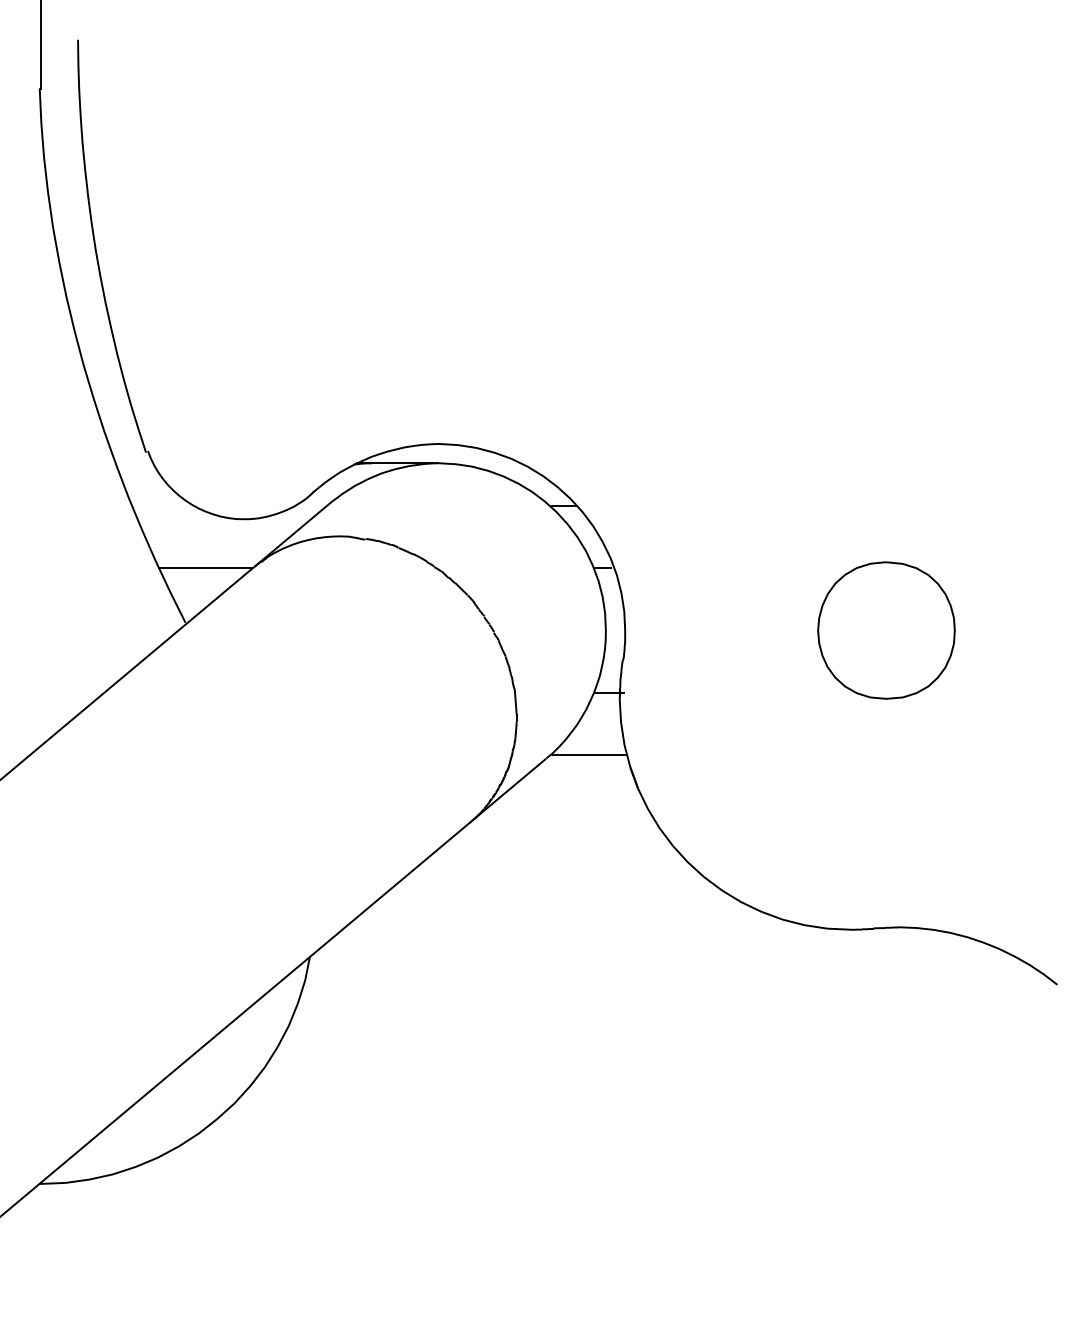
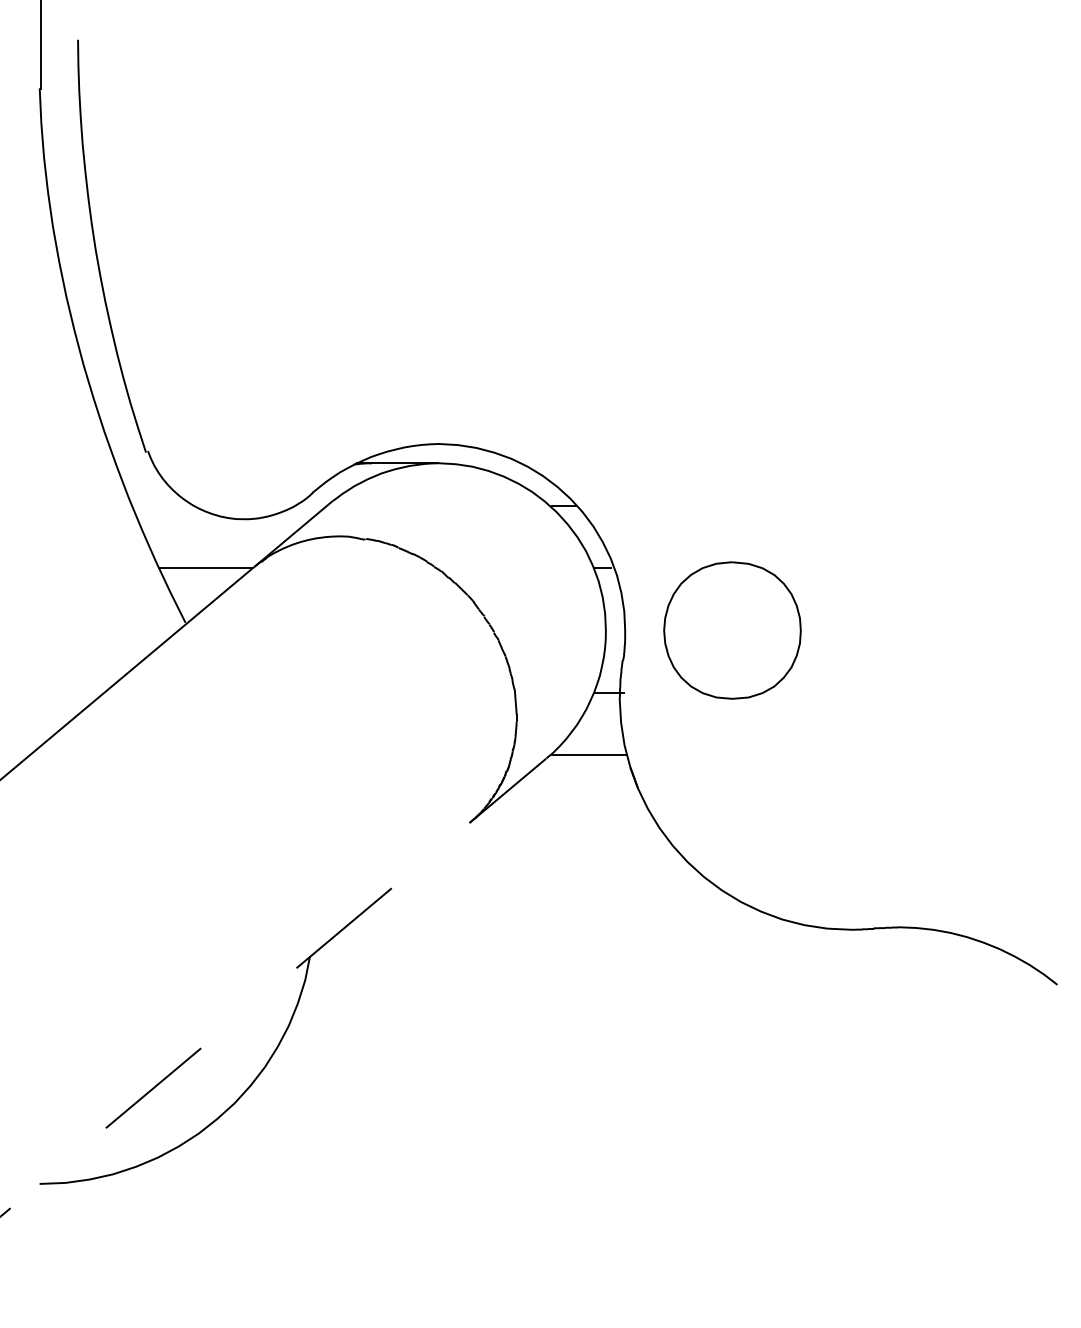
part at (886, 630) position: (886, 630) -> (732, 630)
line at (235, 1019): solid -> dashed
